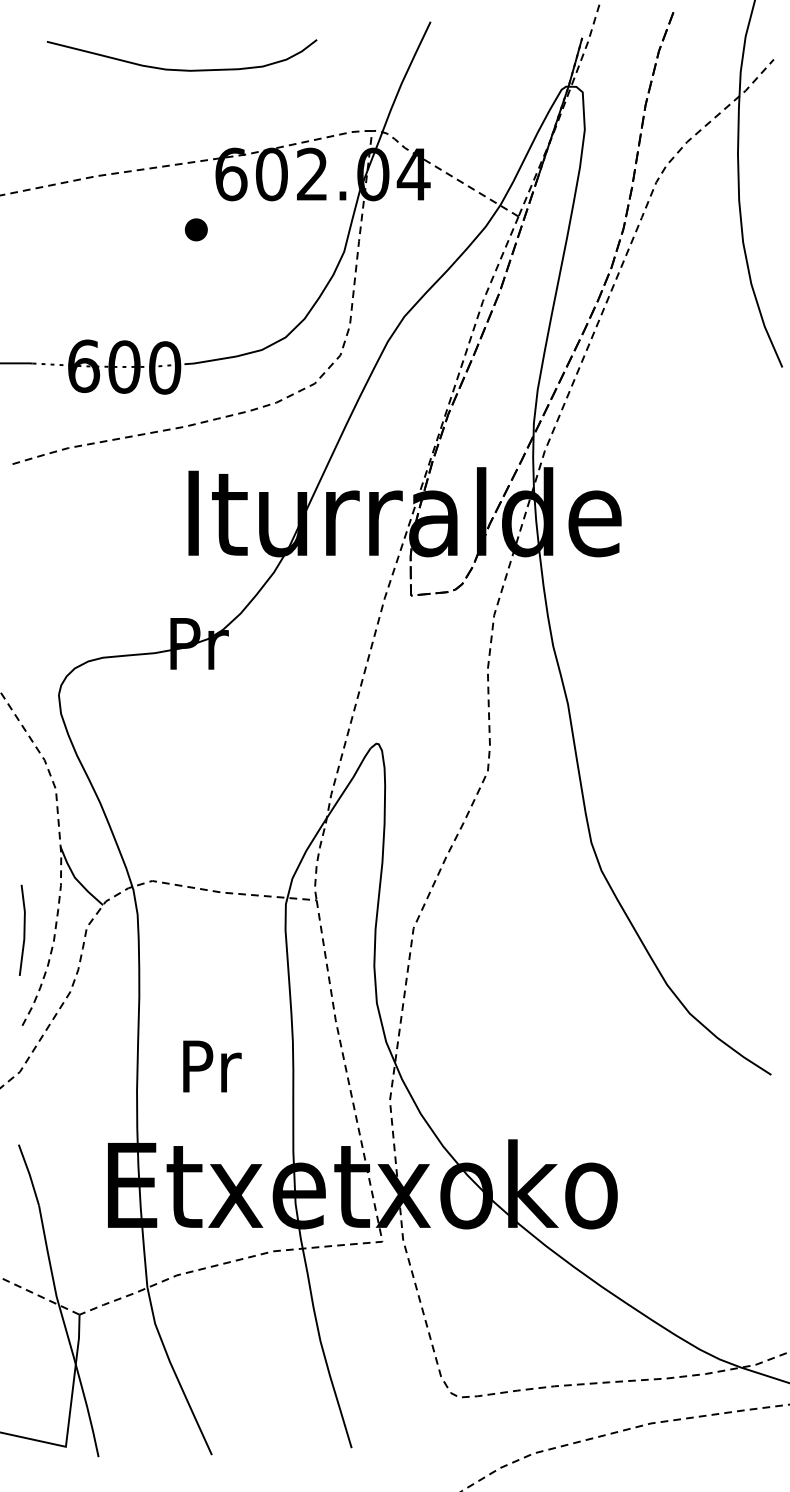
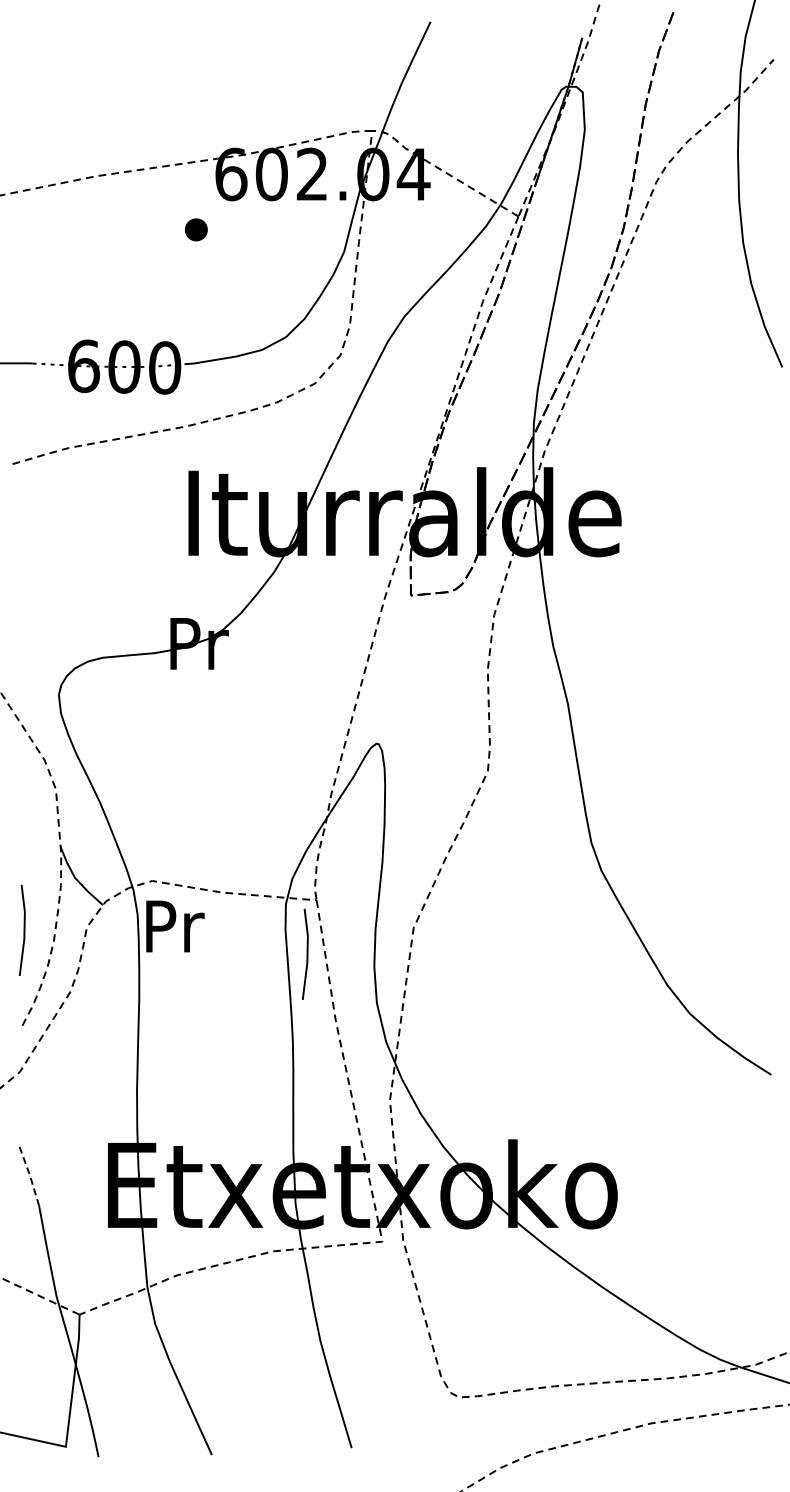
curve at (181, 69): present -> none
line at (306, 953): none -> present
text at (212, 1066) position: (212, 1066) -> (175, 926)
line at (29, 1174): solid -> dashed
